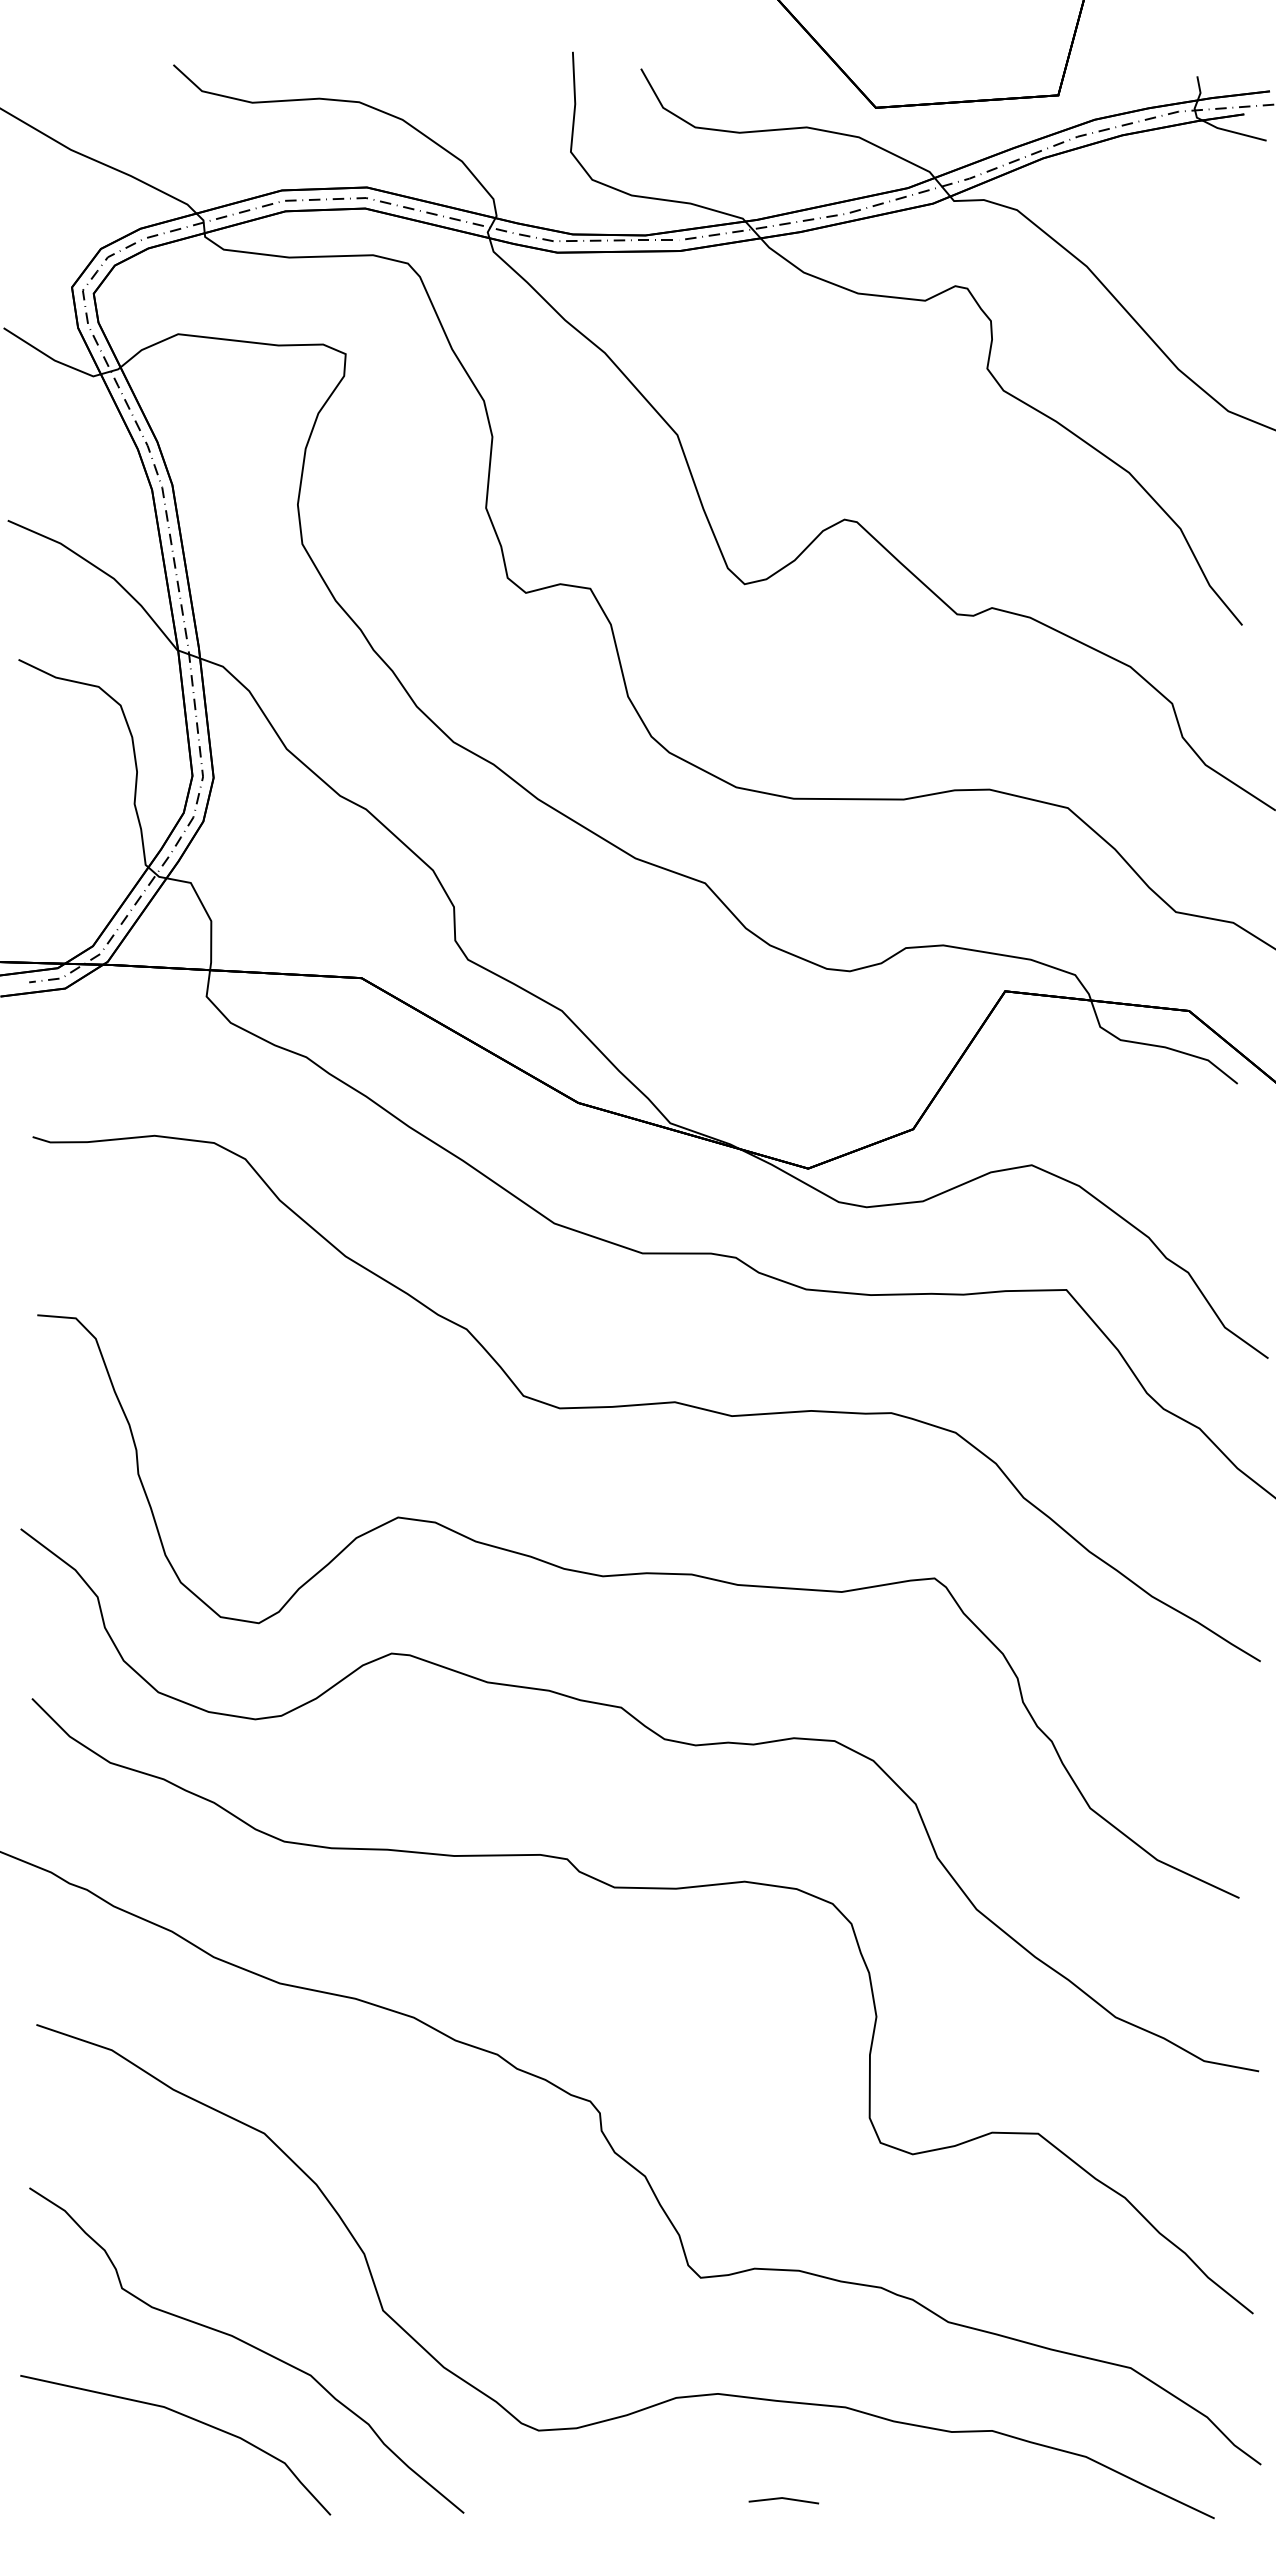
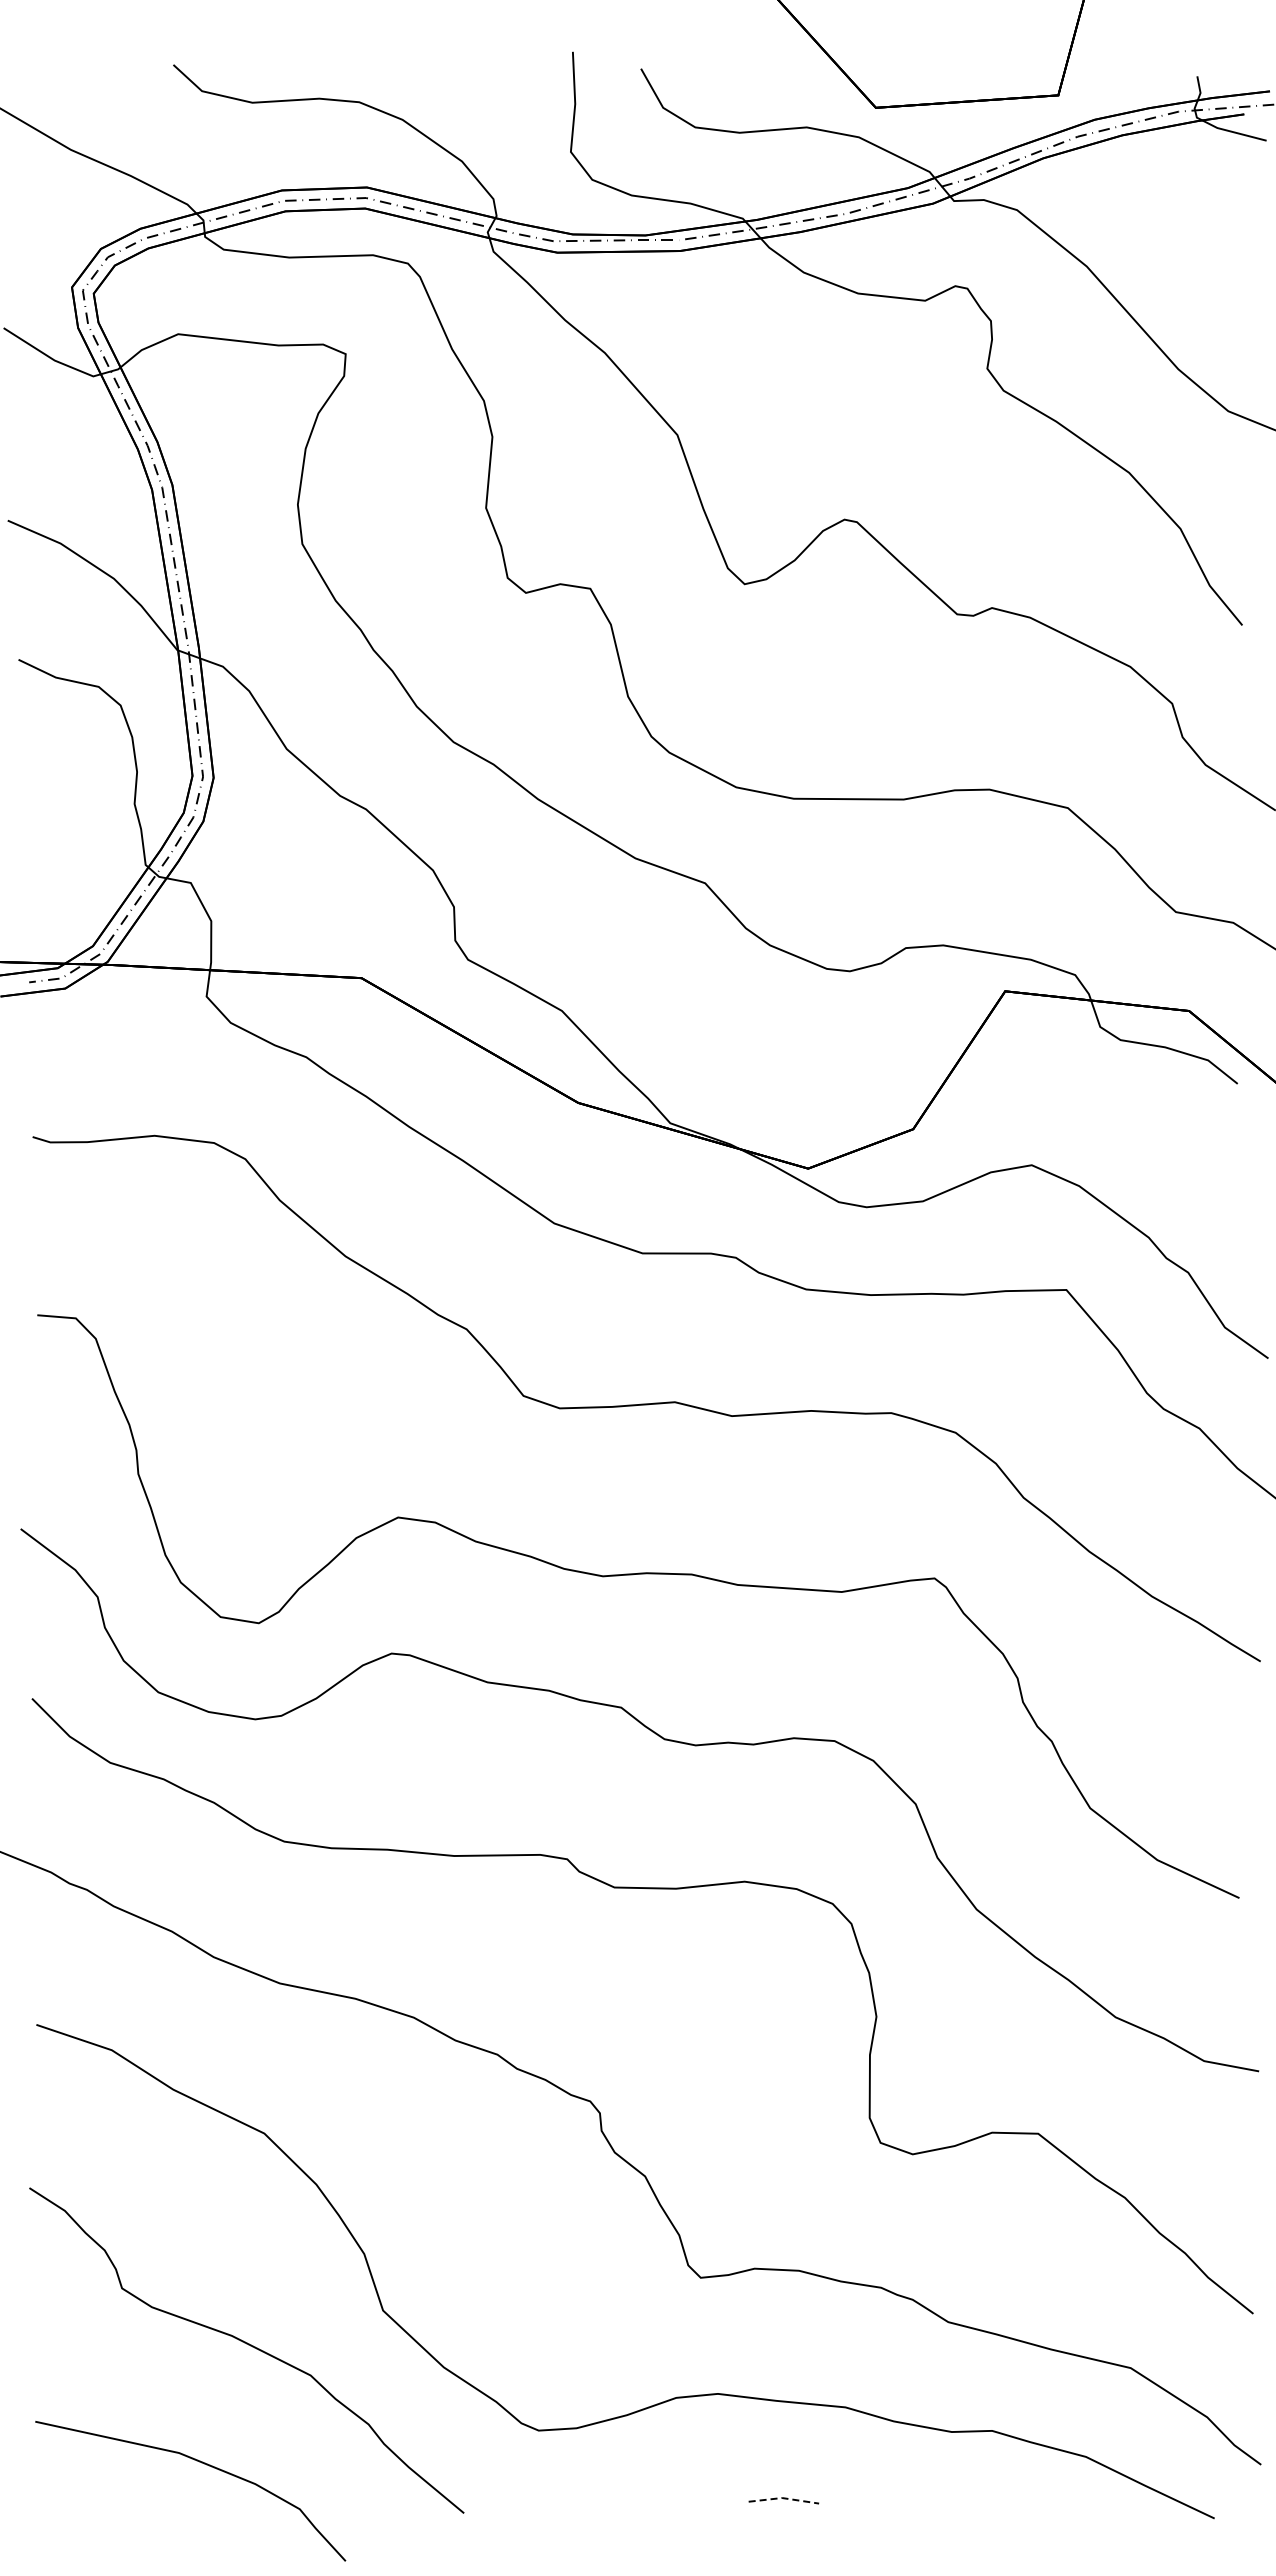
curve at (186, 2417) position: (186, 2417) -> (201, 2463)
line at (784, 2498): solid -> dashed
